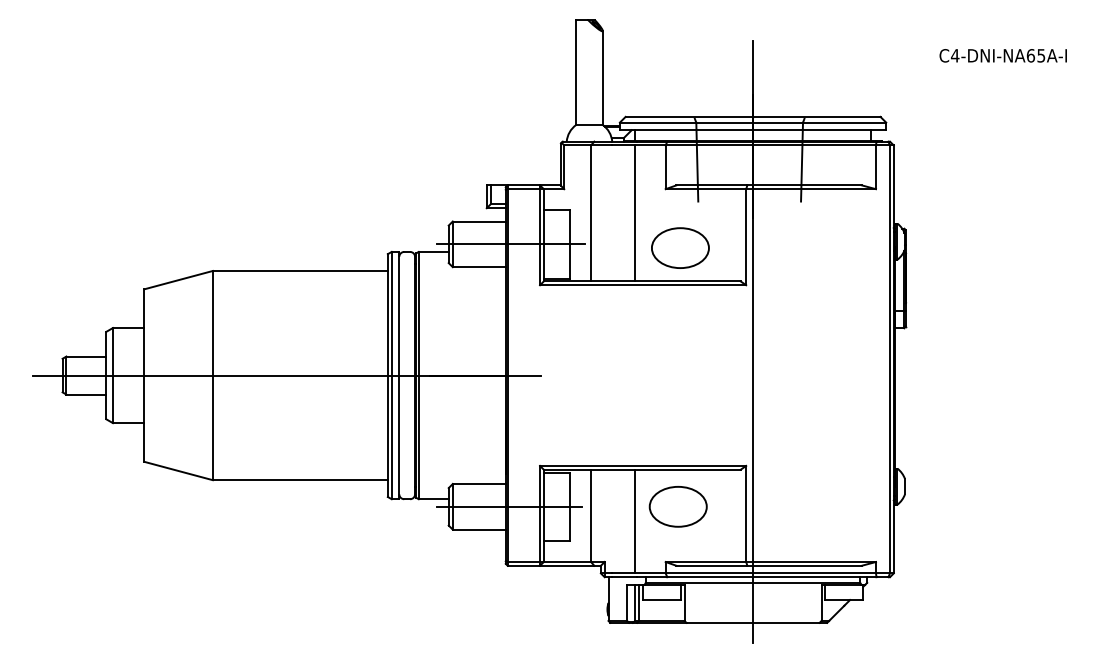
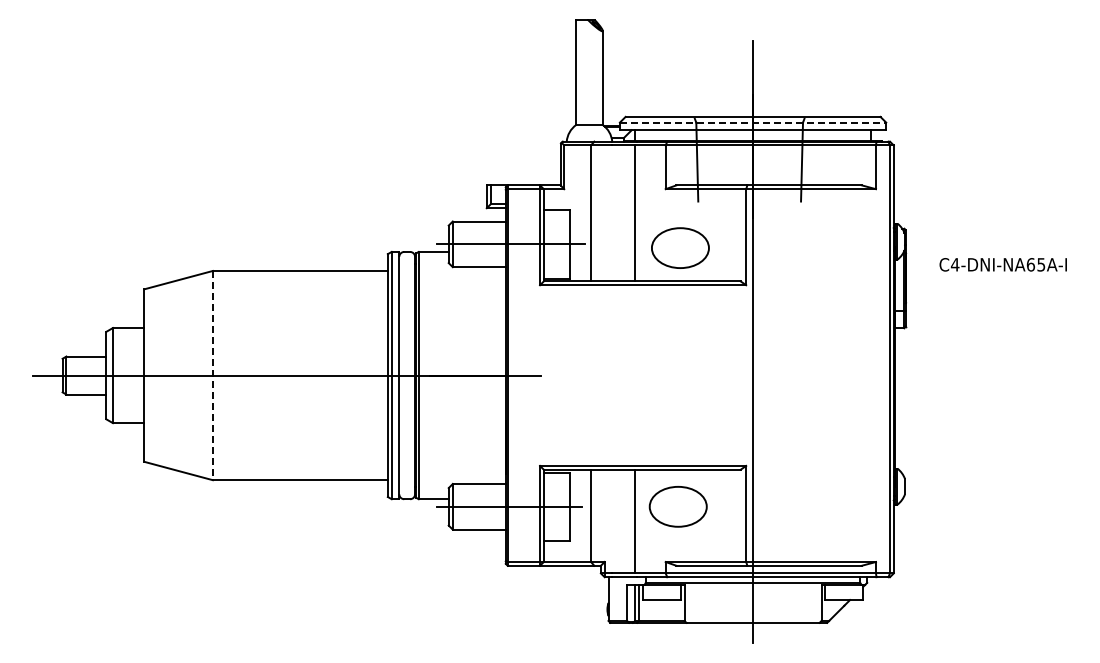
text at (1002, 55) position: (1002, 55) -> (1002, 264)
line at (753, 122): solid -> dashed
line at (212, 375): solid -> dashed
